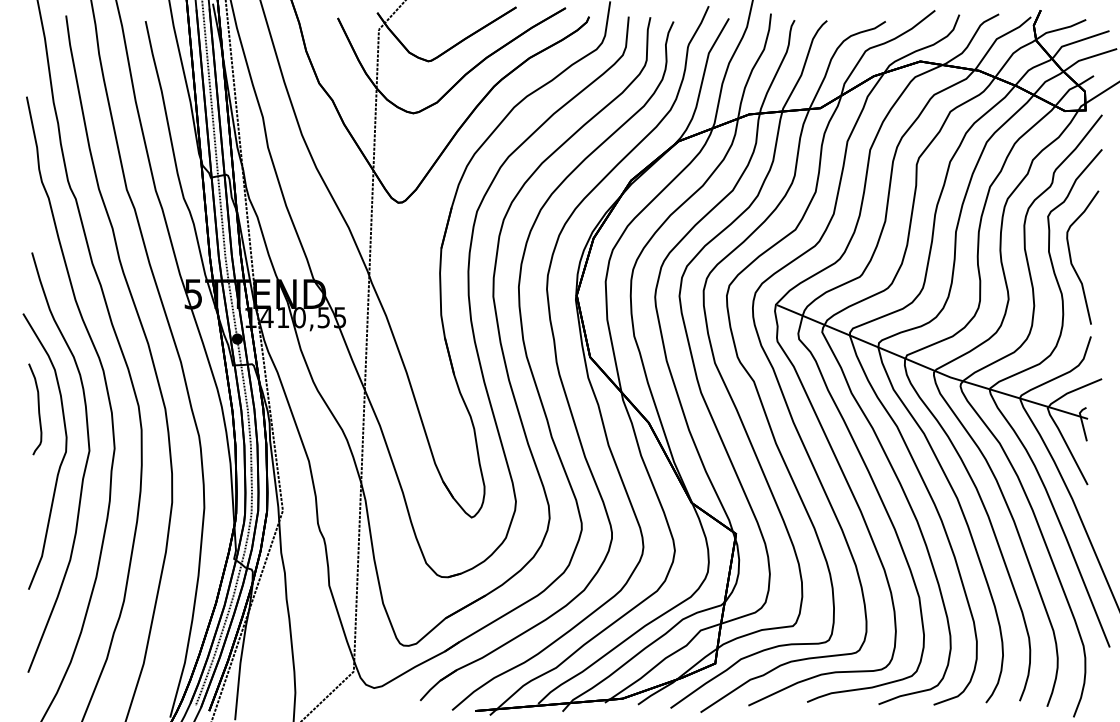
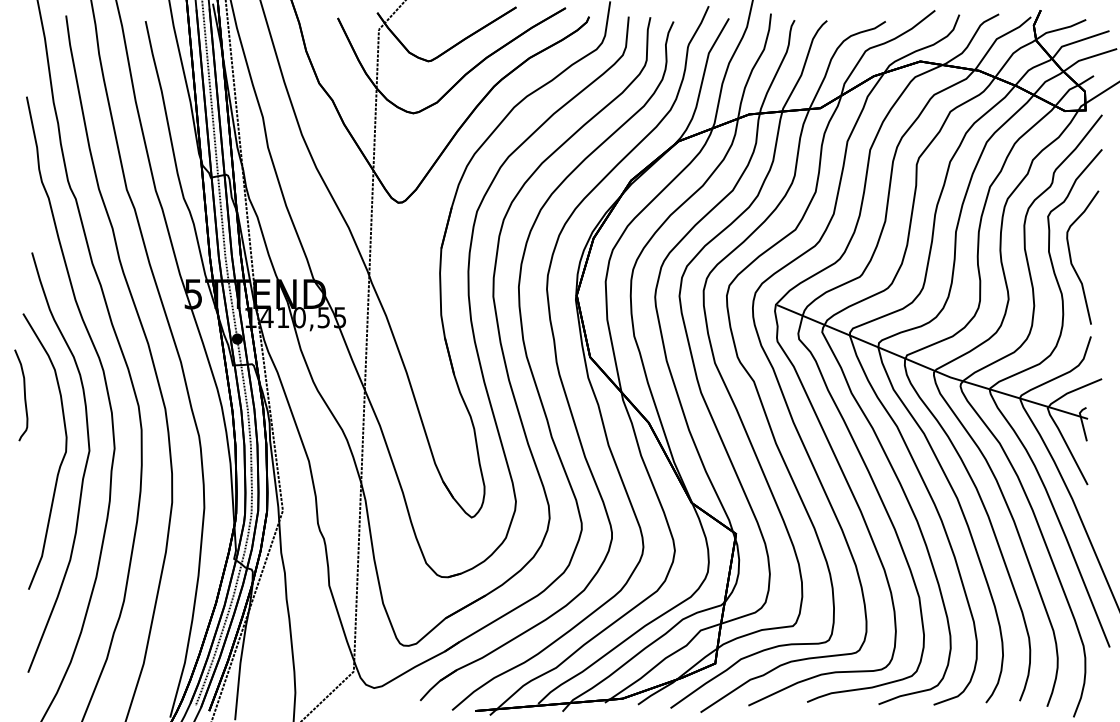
part at (35, 409) position: (35, 409) -> (21, 395)
